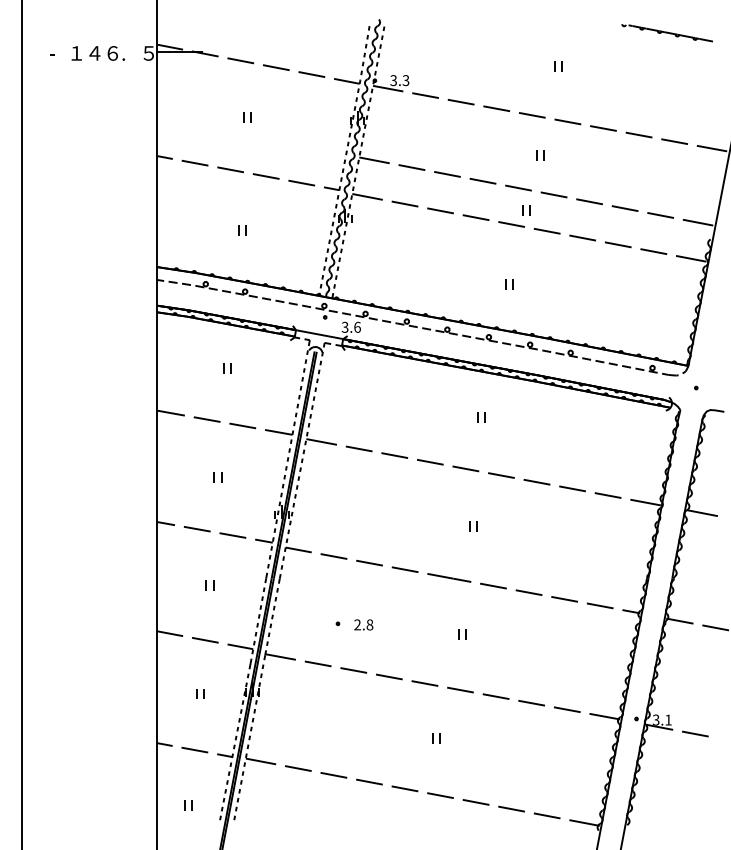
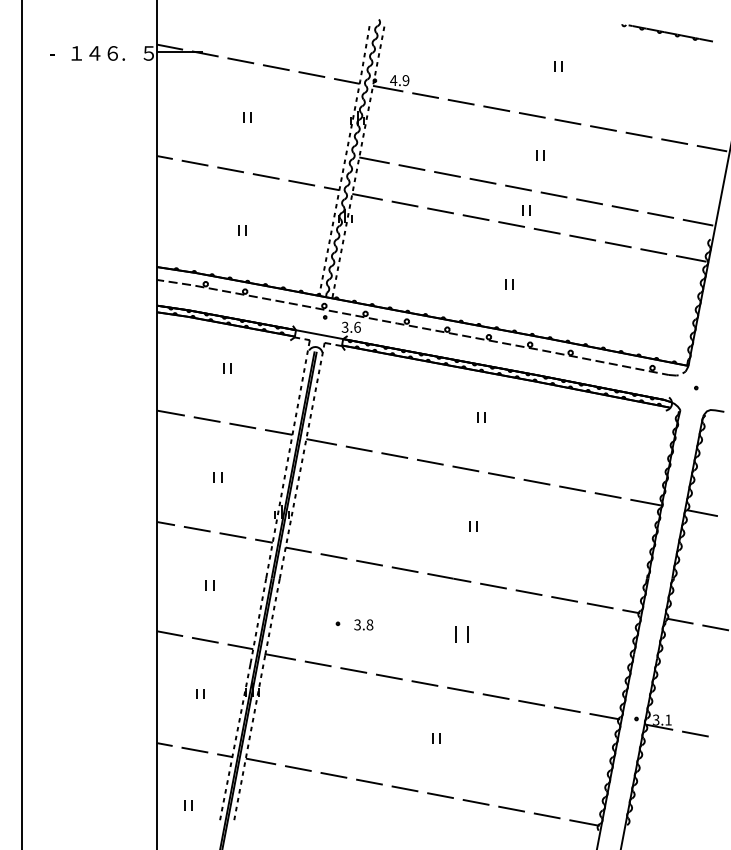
text at (399, 80): 3.3 -> 4.9
text at (357, 625): 2.8 -> 3.8
part at (462, 634) size: 9x11 px -> 14x17 px
